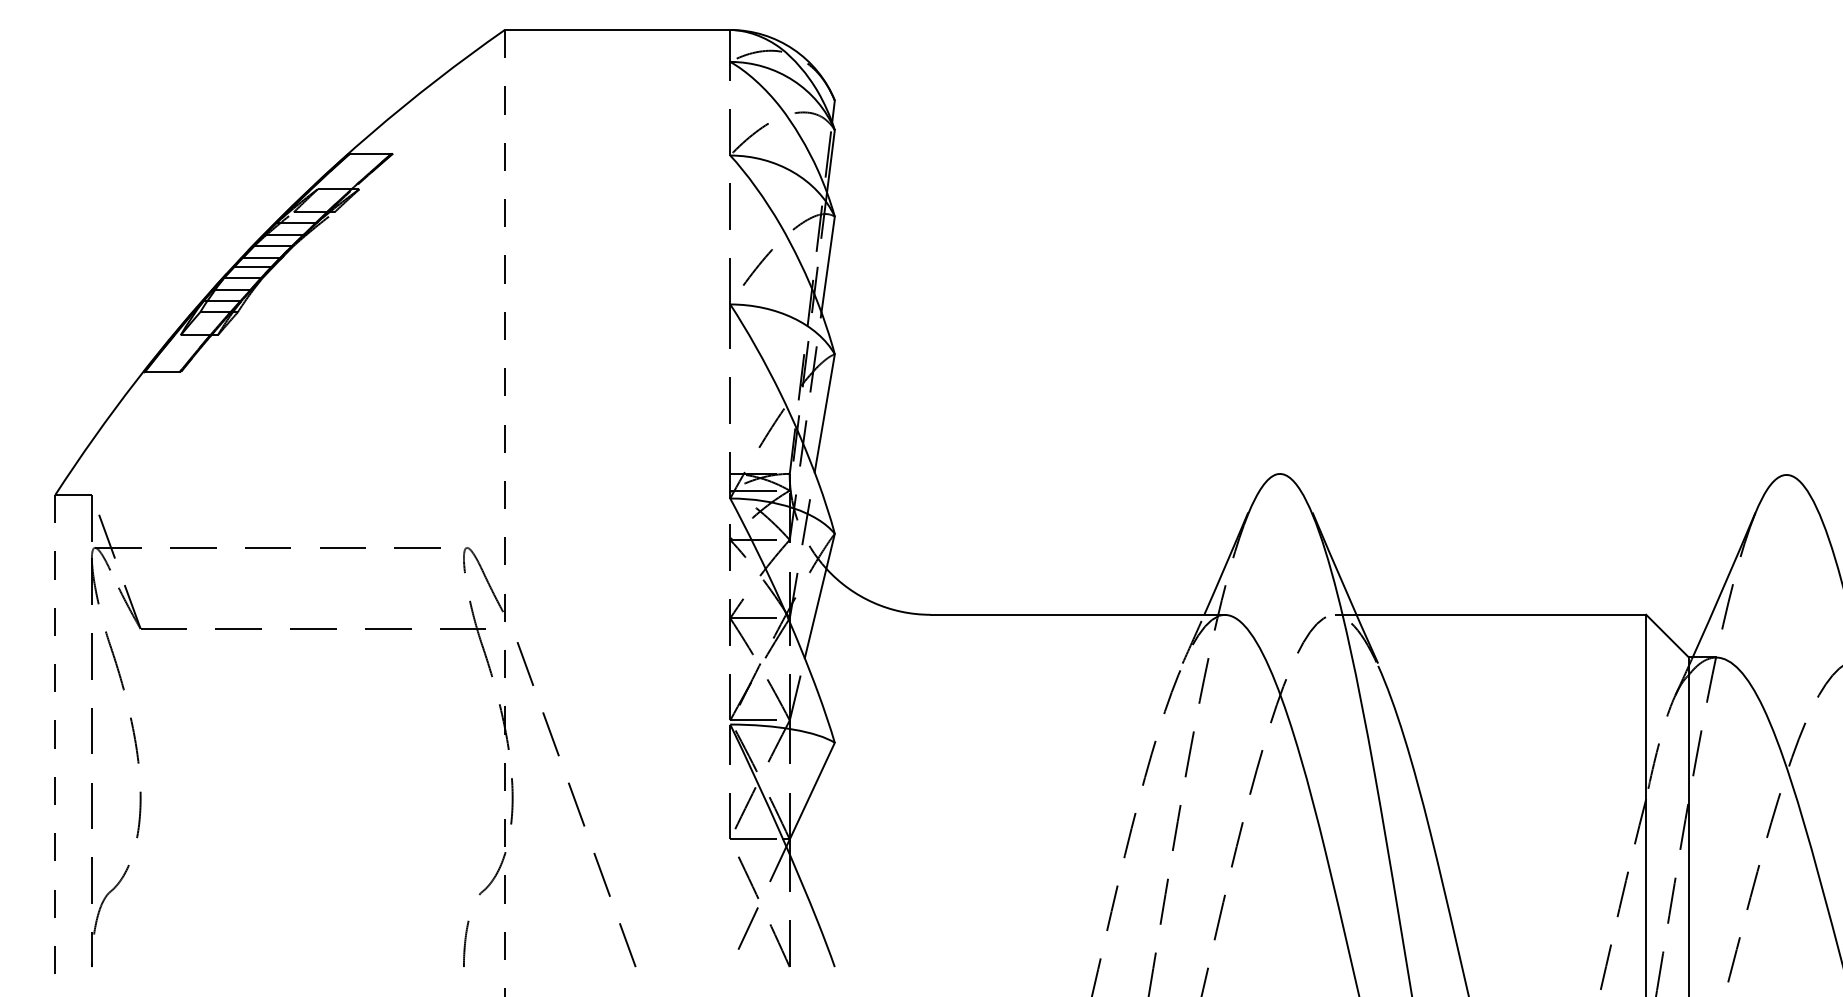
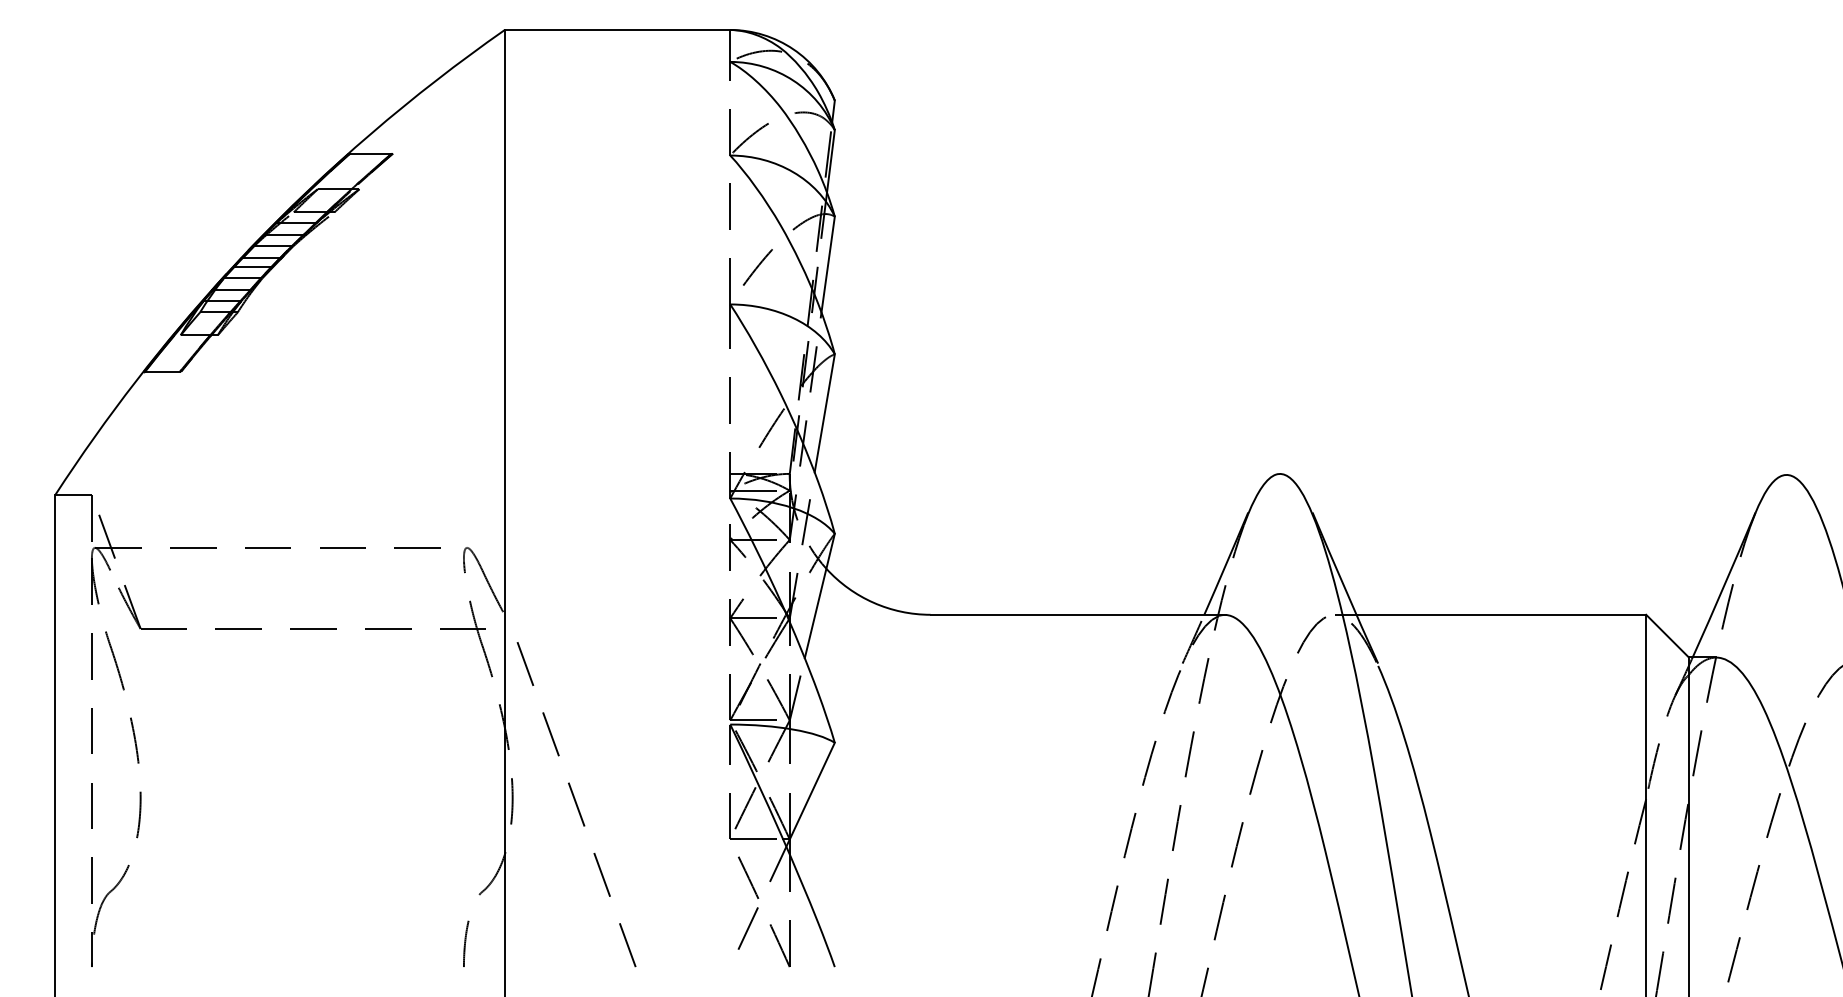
line at (504, 513): dashed -> solid
line at (55, 745): dashed -> solid
